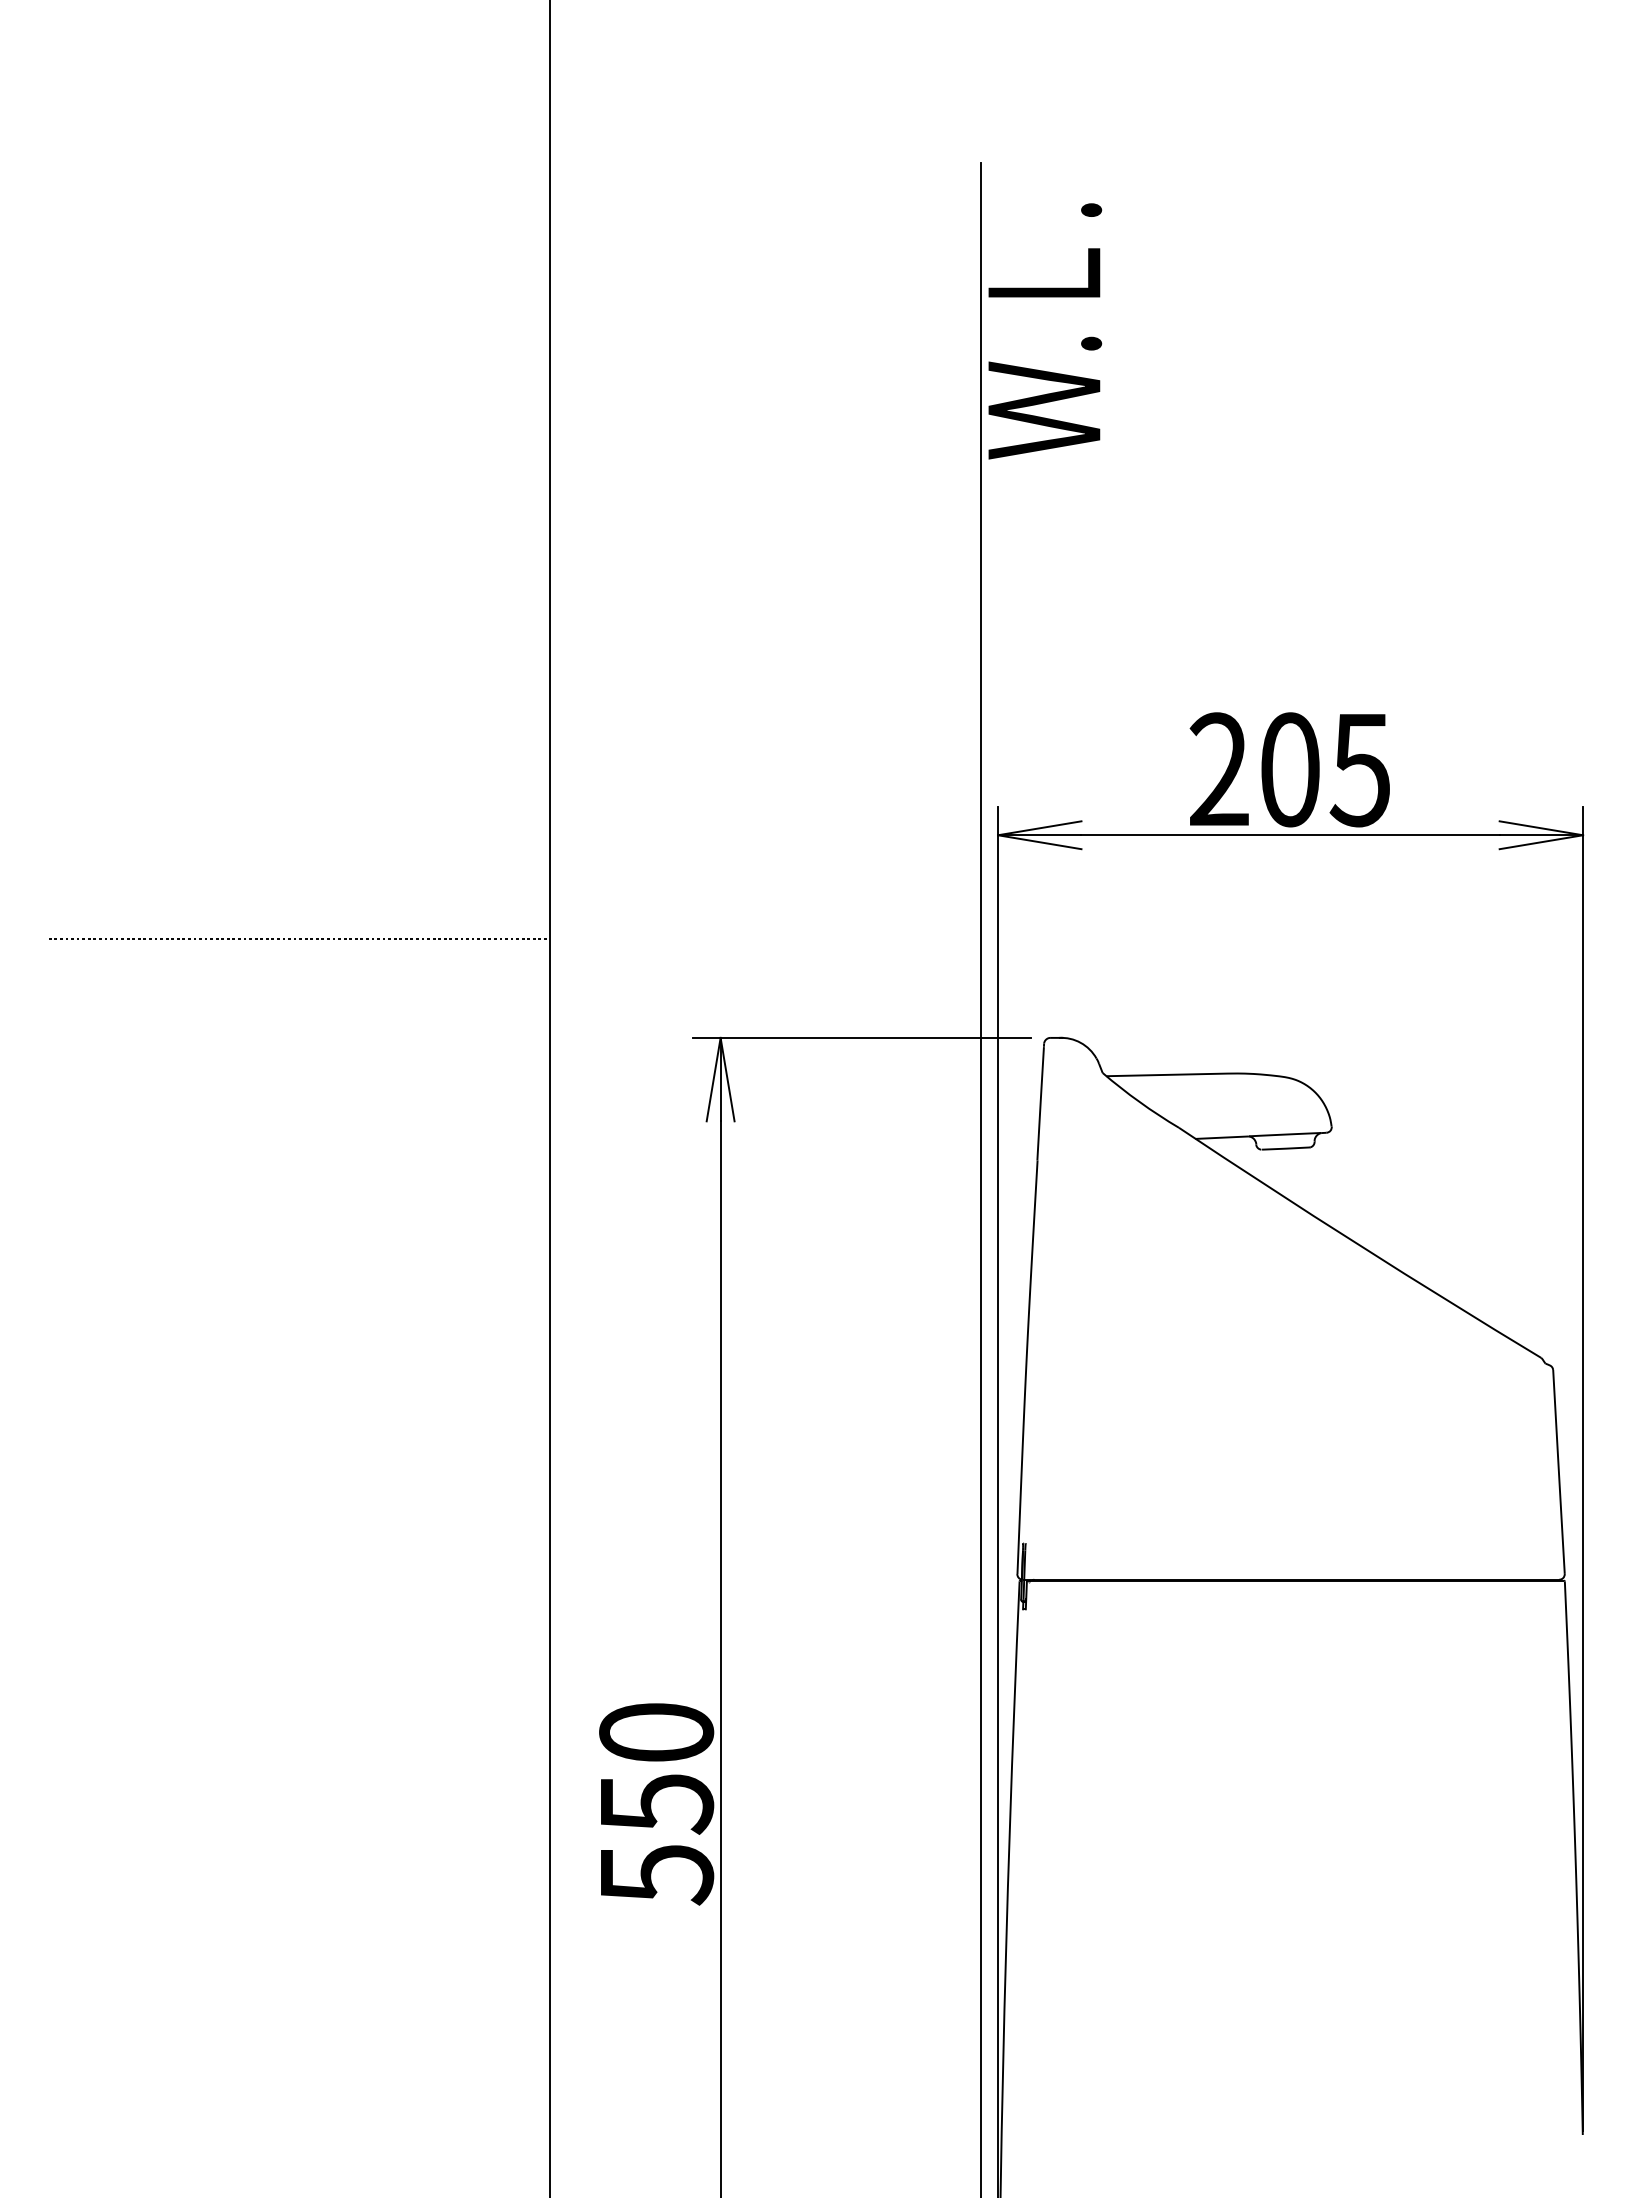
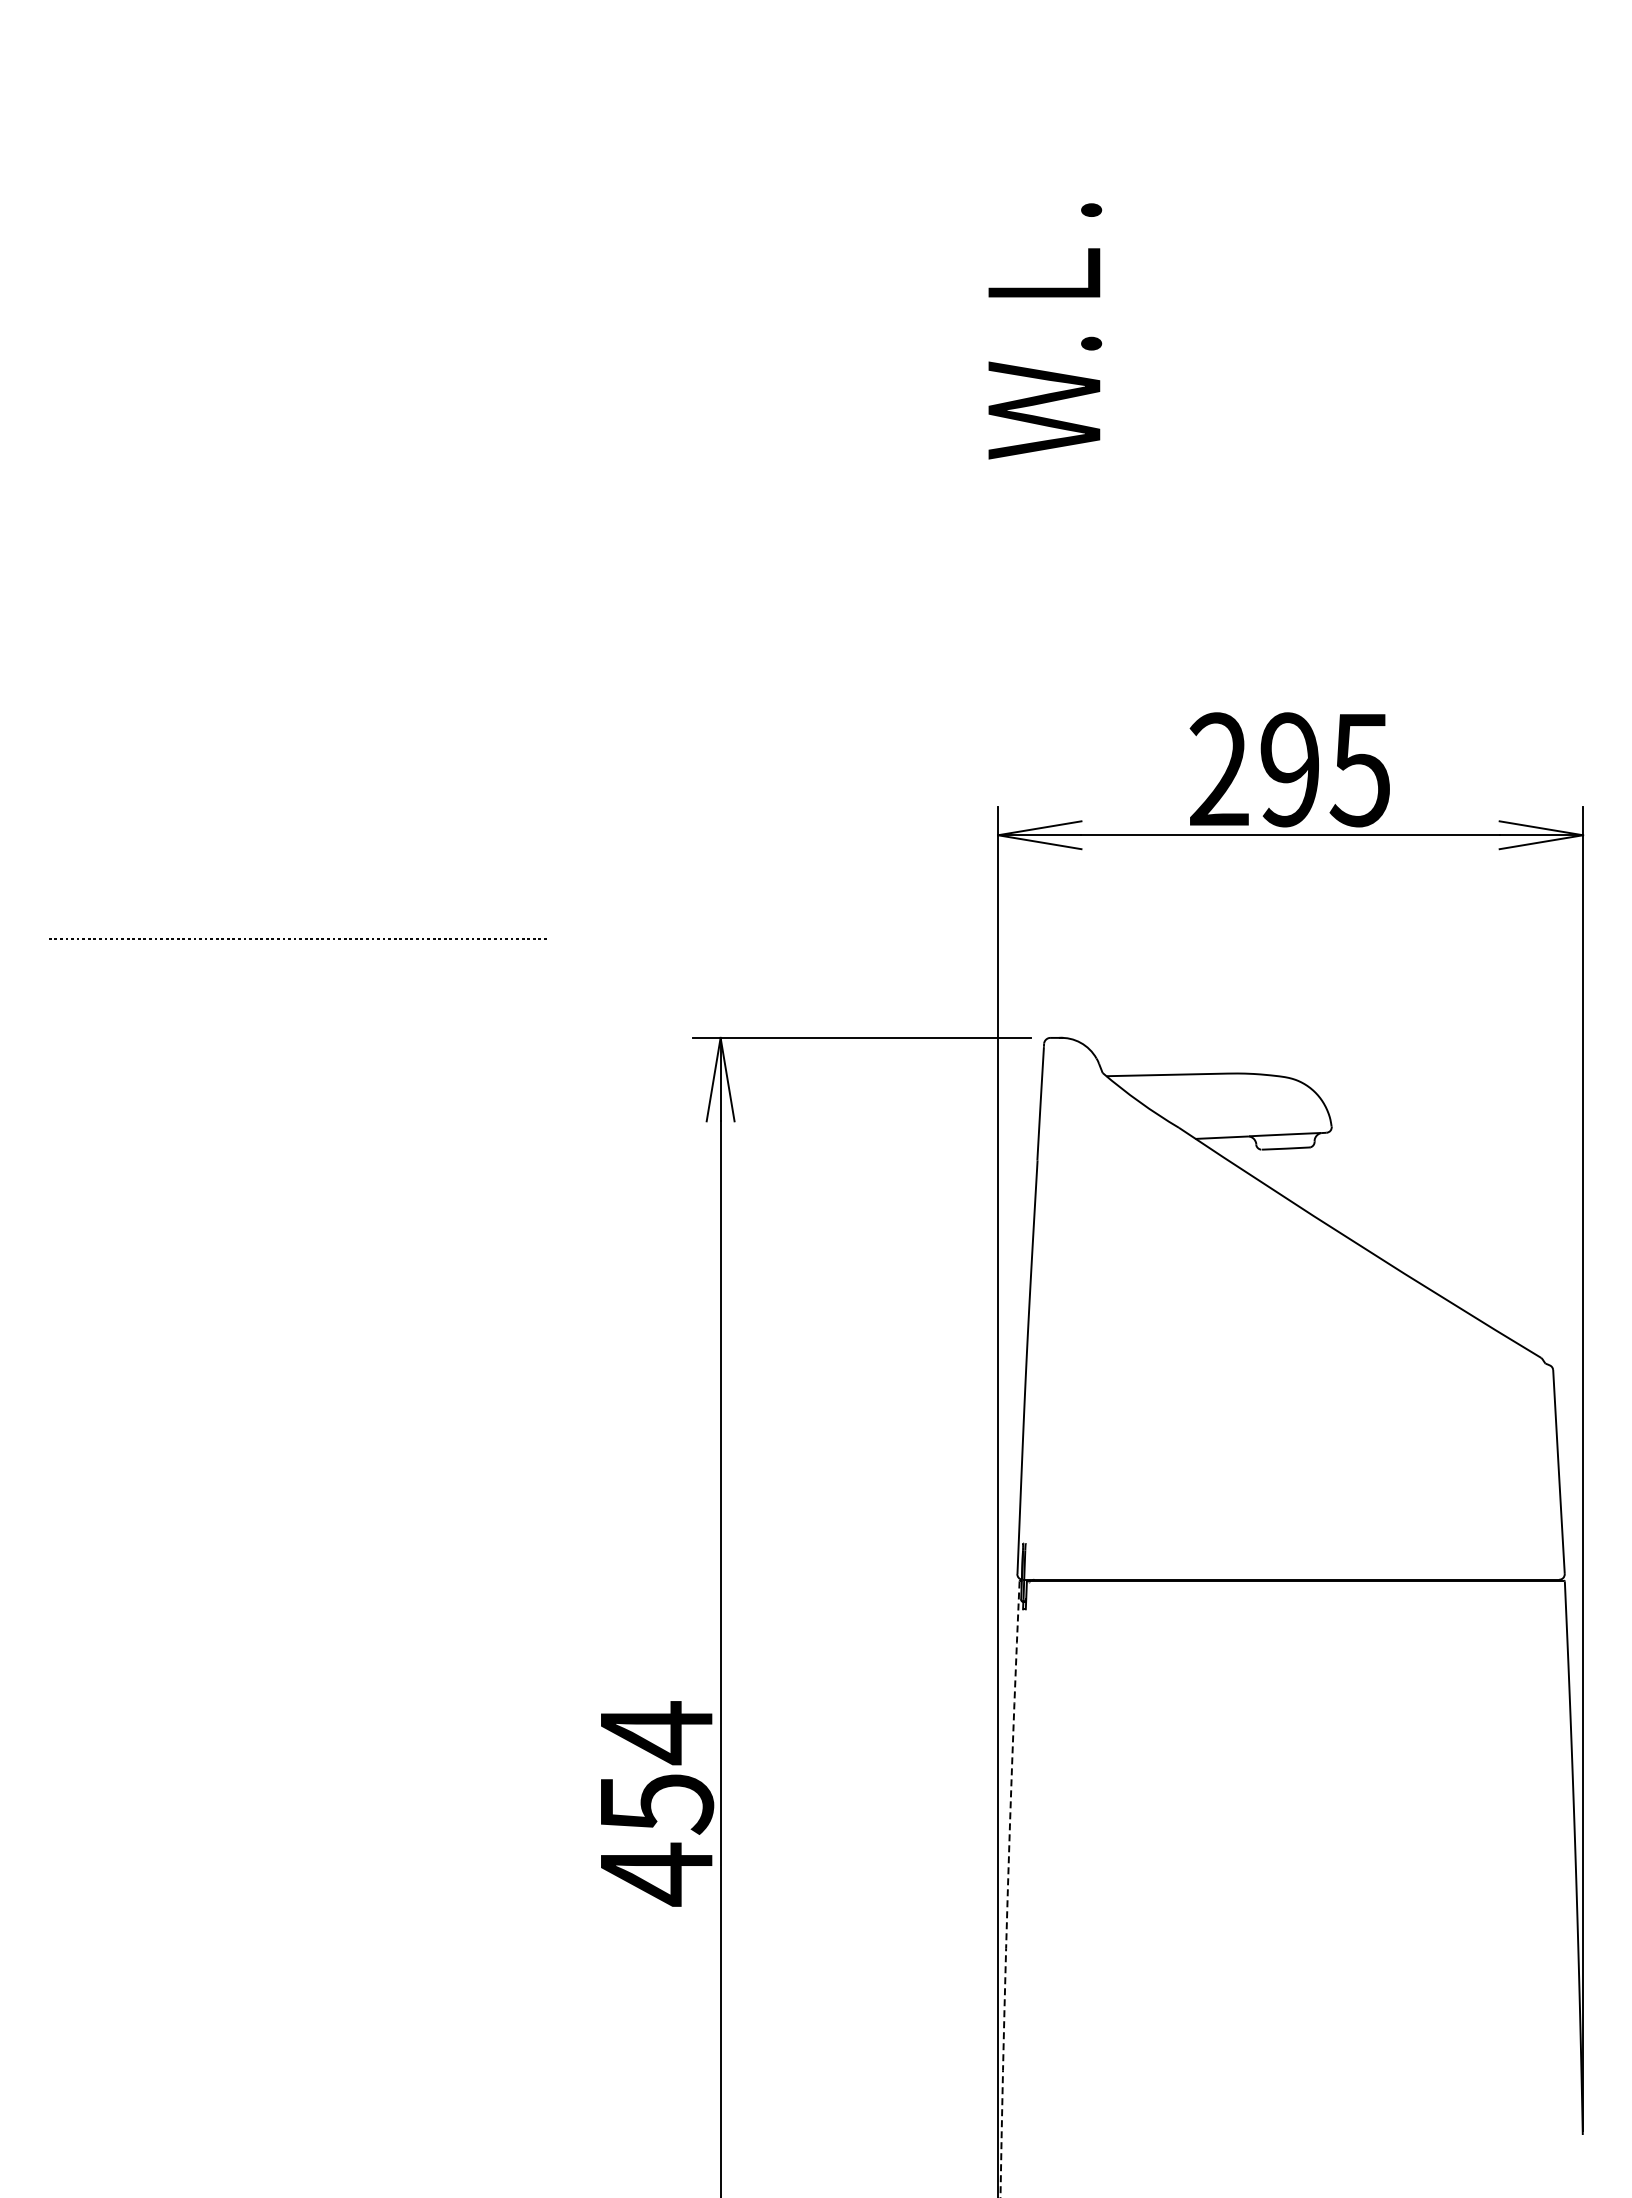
text at (1289, 769): 205 -> 295
line at (549, 1098): present -> none
line at (980, 1178): present -> none
text at (656, 1803): 550 -> 454
arc at (1007, 1890): solid -> dashed
